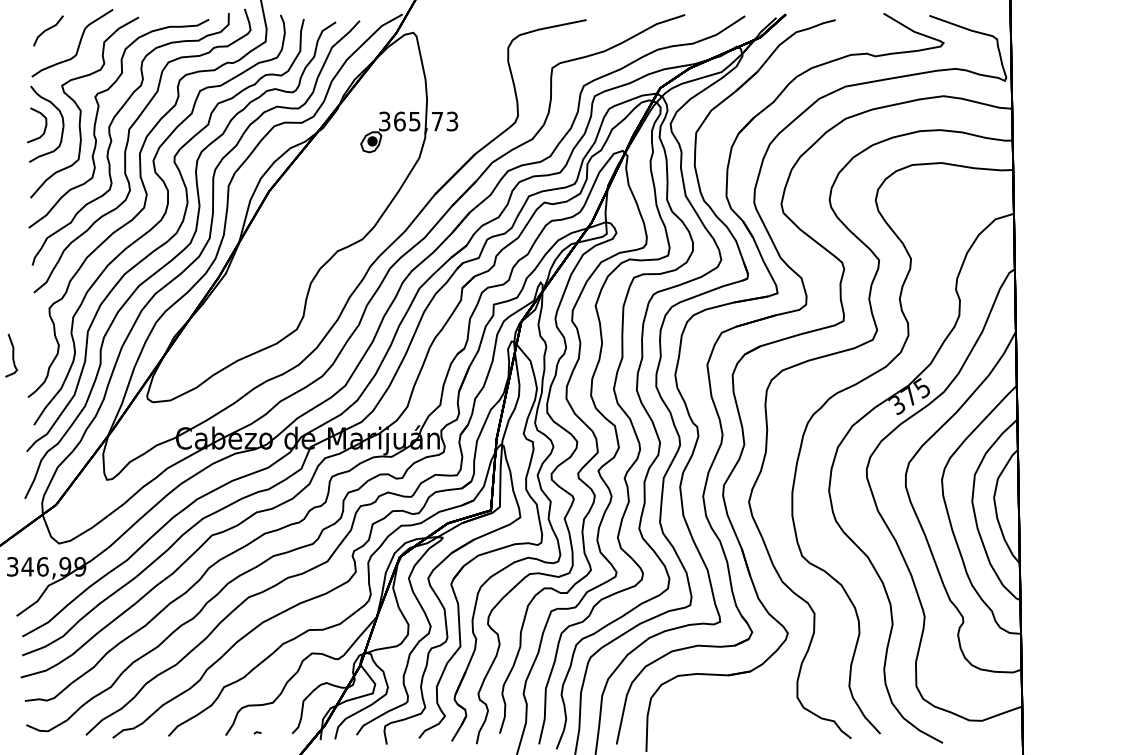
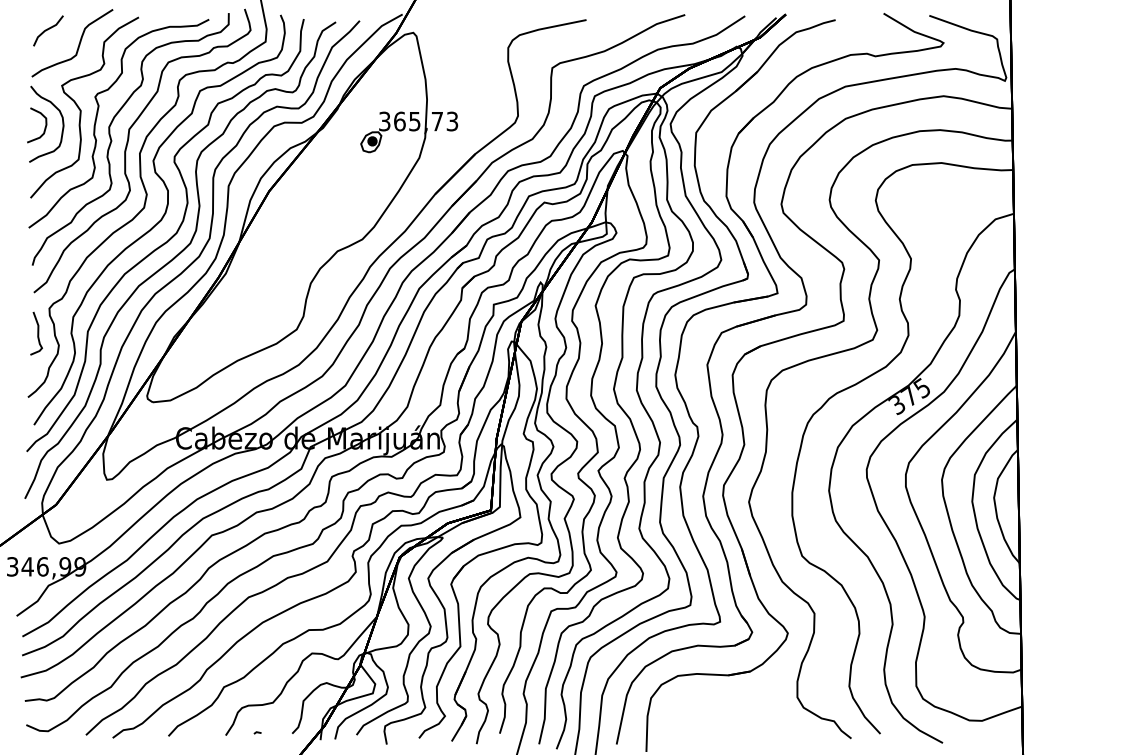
curve at (12, 355) position: (12, 355) -> (37, 333)
